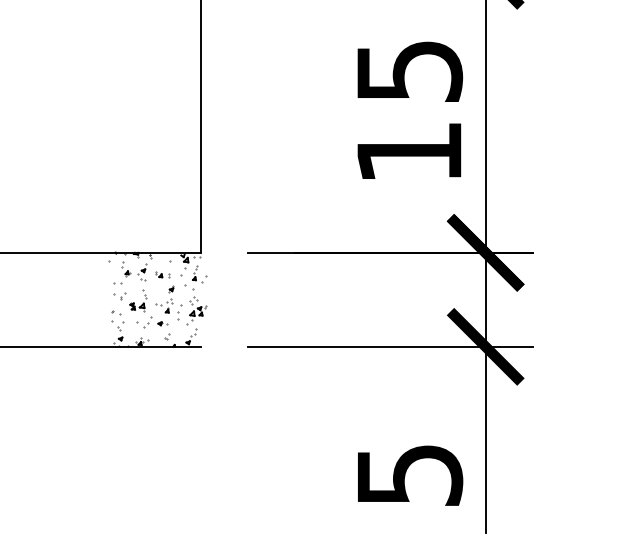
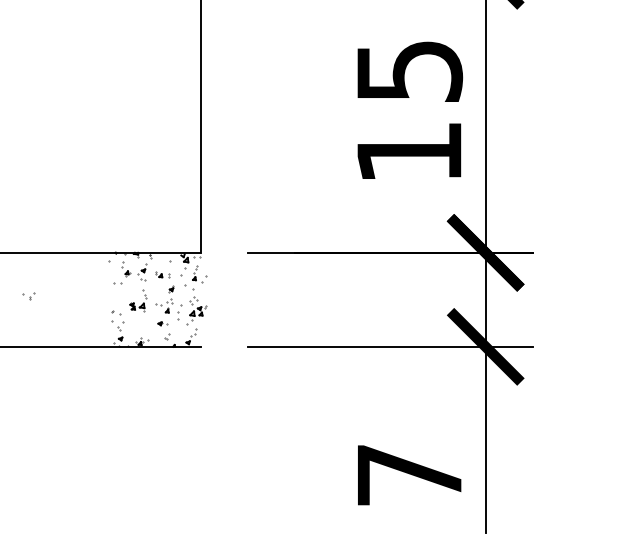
part at (119, 296) position: (119, 296) -> (28, 296)
part at (144, 322): present -> none
text at (410, 475): 5 -> 7
